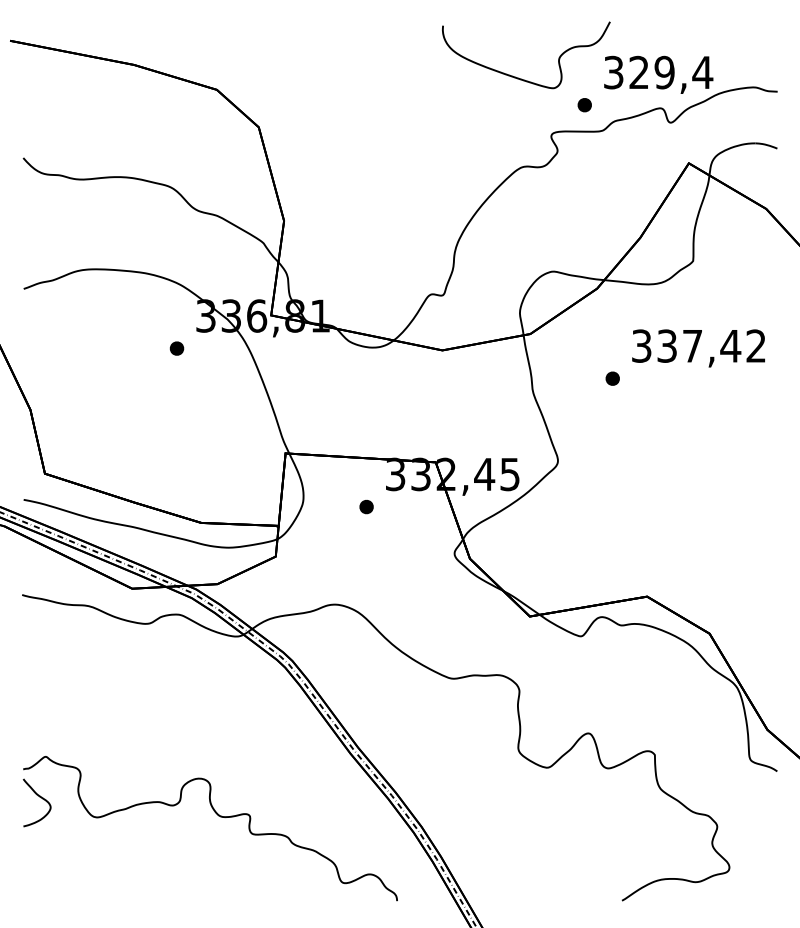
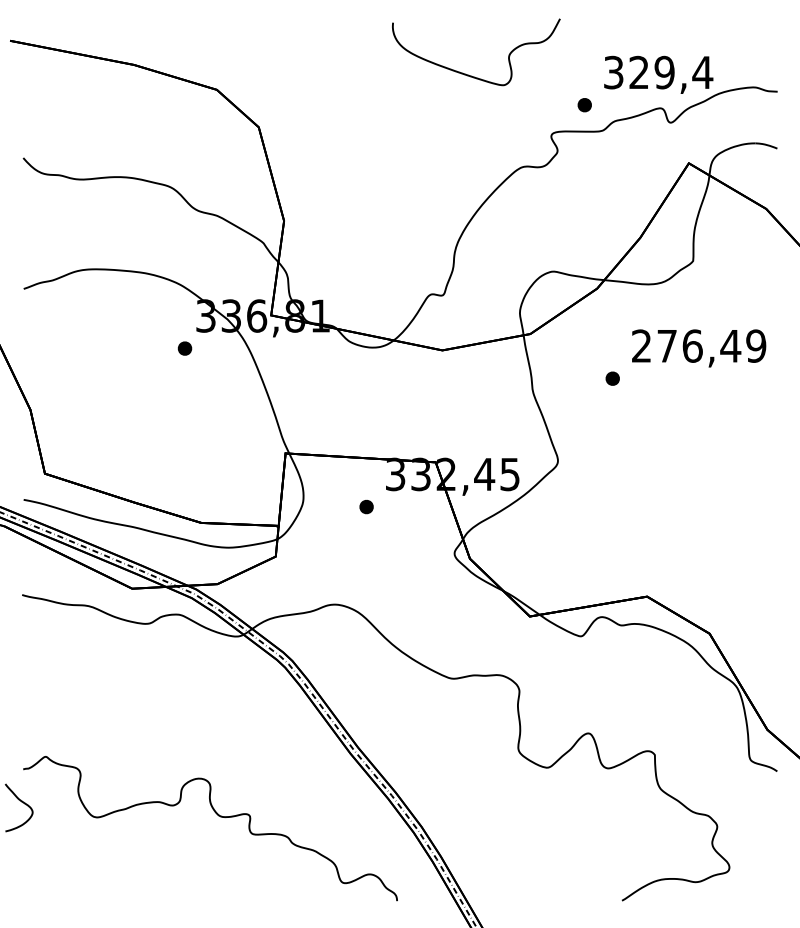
curve at (518, 77) position: (518, 77) -> (468, 74)
text at (699, 345): 337,42 -> 276,49
part at (176, 348) position: (176, 348) -> (184, 348)
curve at (39, 797) position: (39, 797) -> (21, 802)
